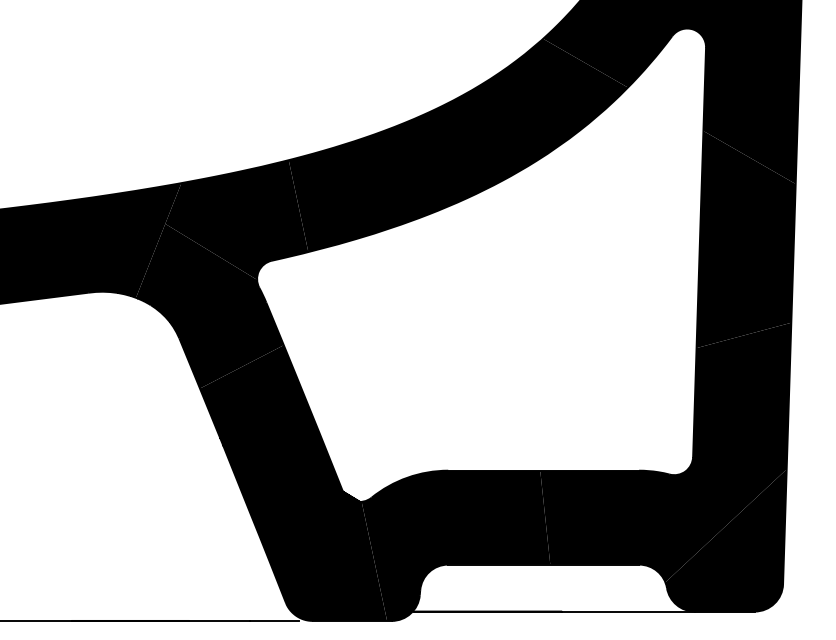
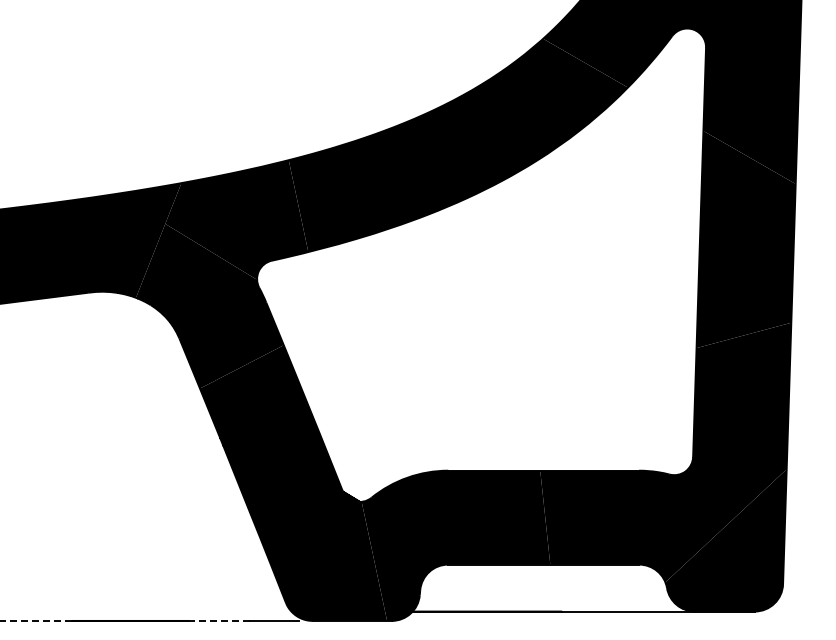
line at (35, 620): solid -> dashed
line at (219, 620): solid -> dashed
